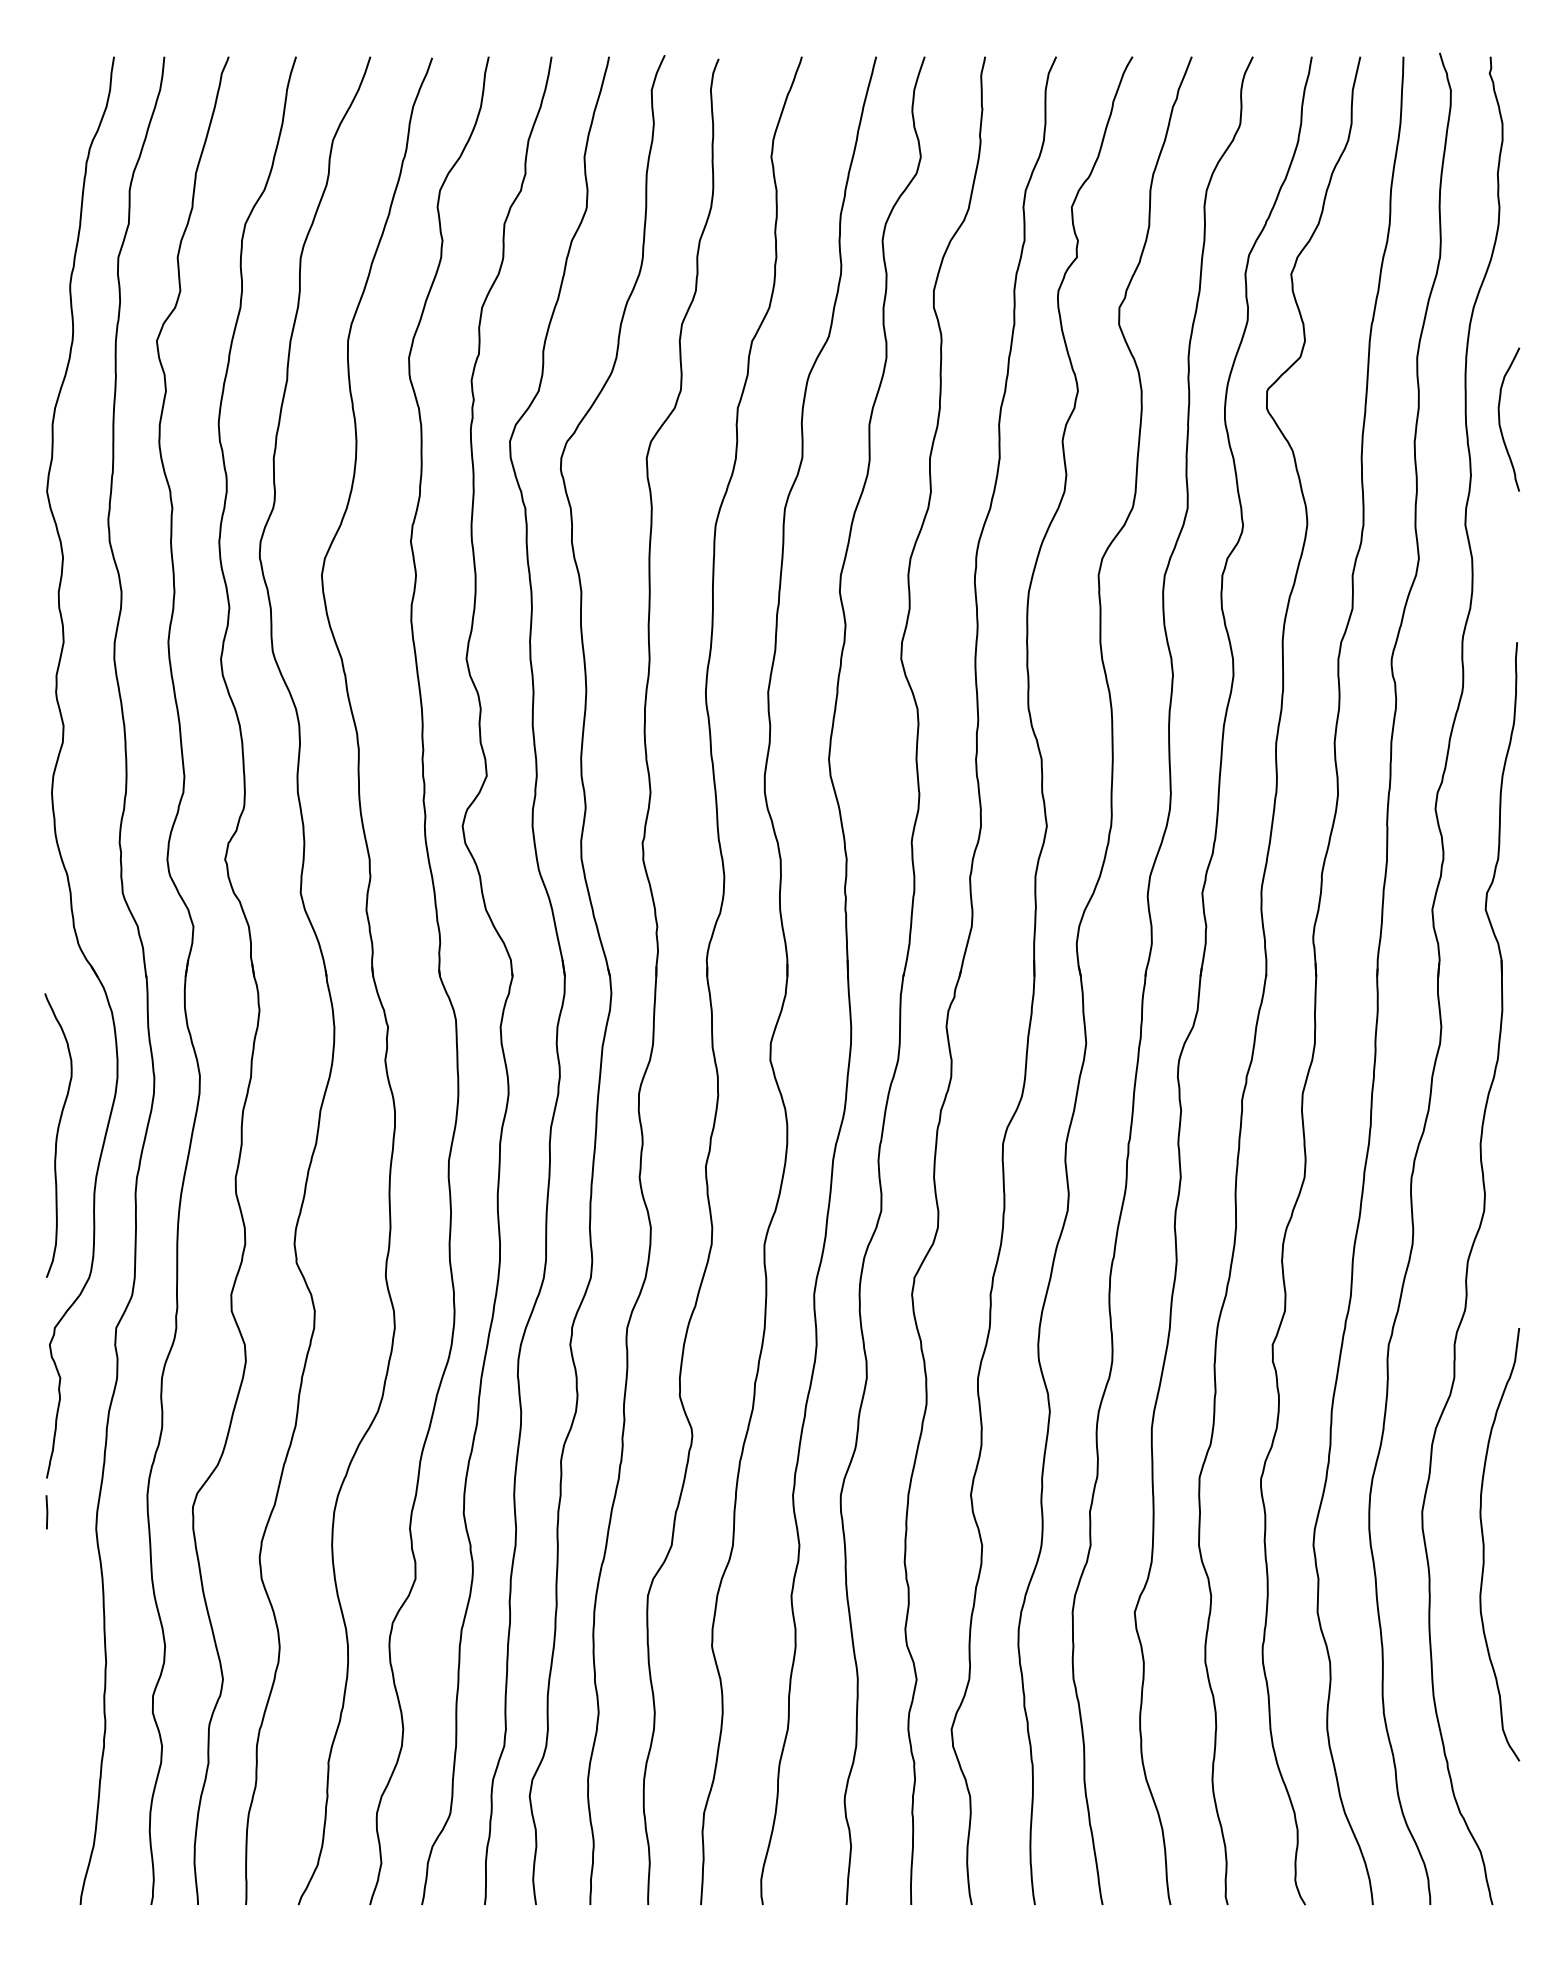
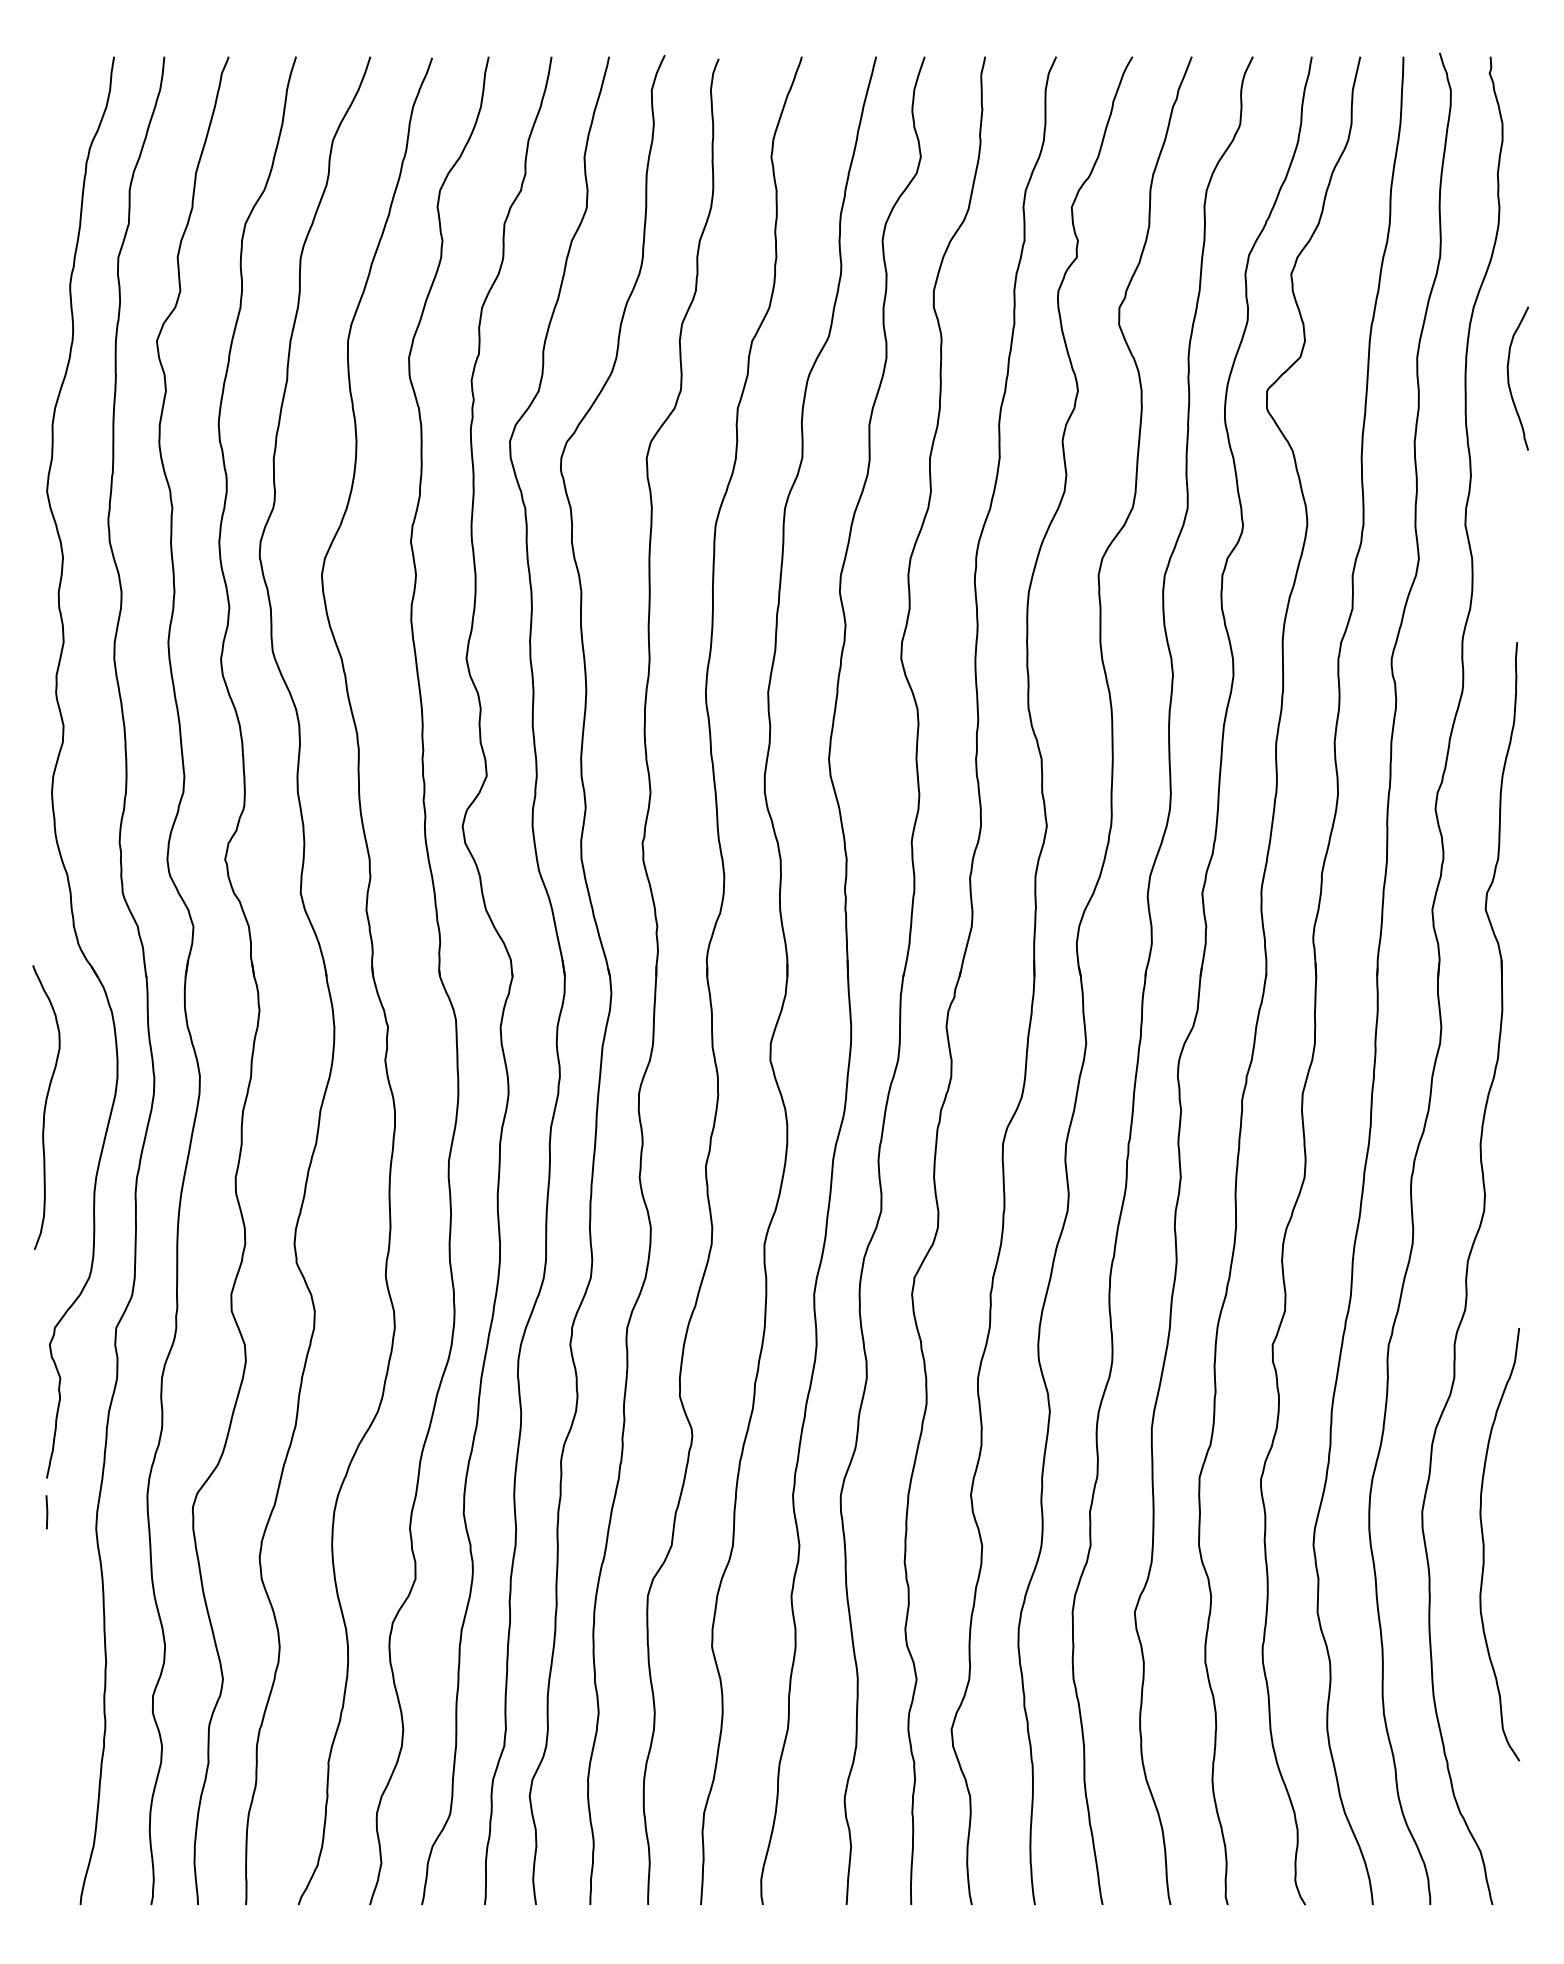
curve at (1500, 419) position: (1500, 419) -> (1509, 378)
curve at (58, 1134) position: (58, 1134) -> (46, 1106)
